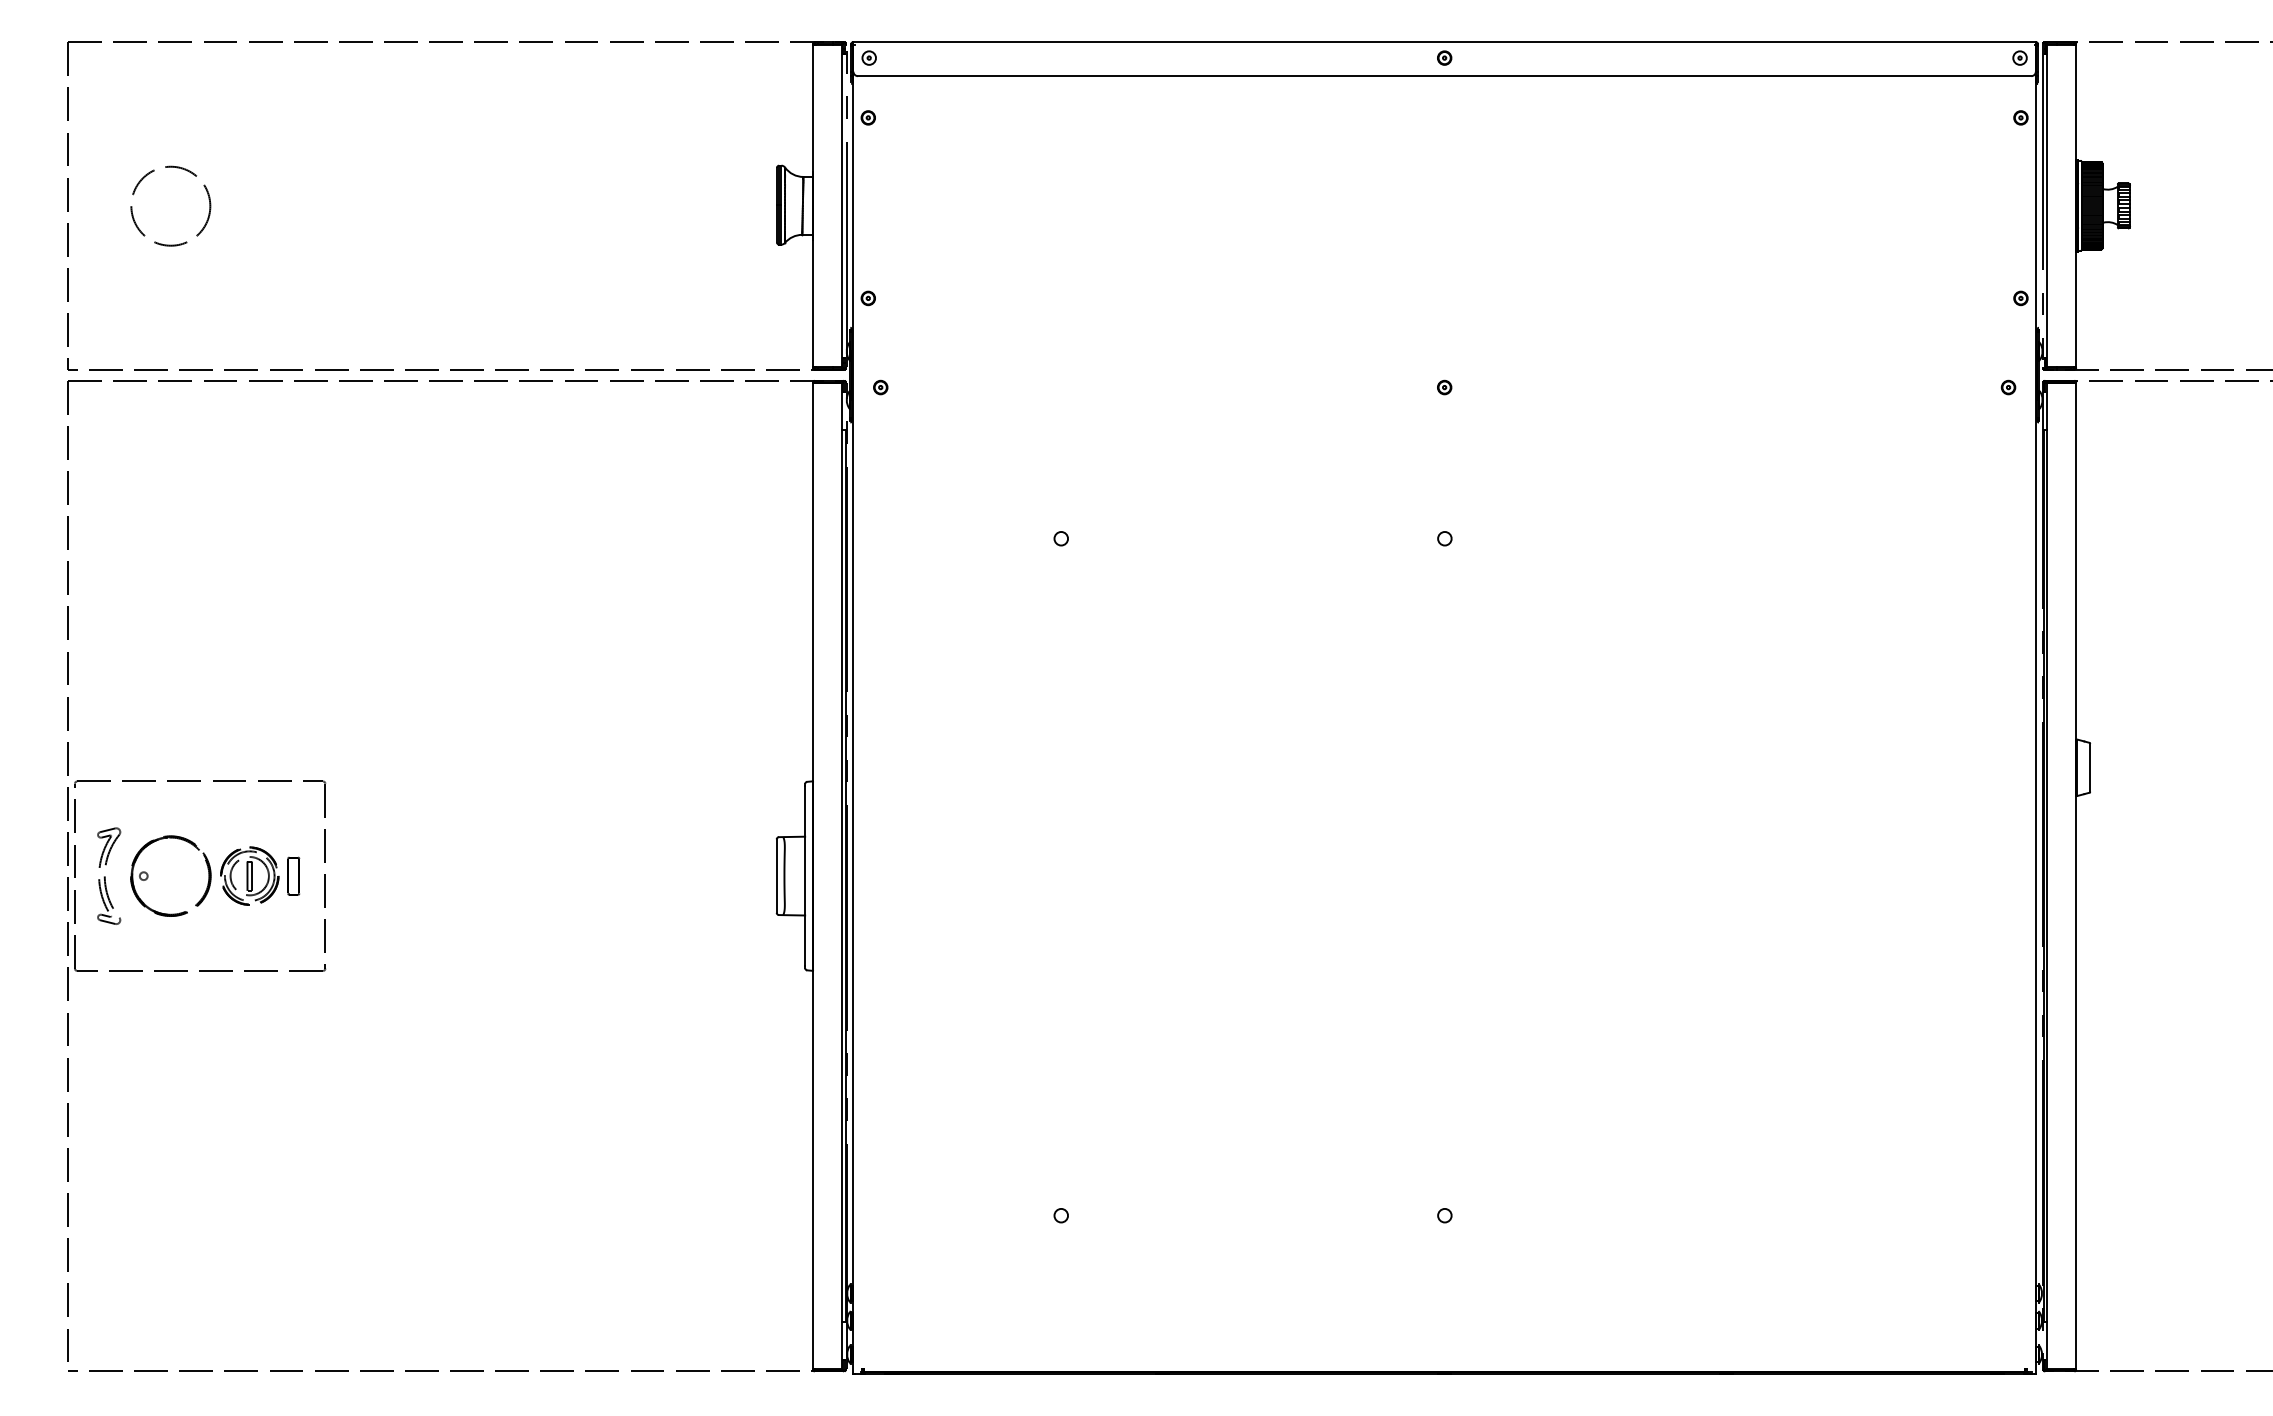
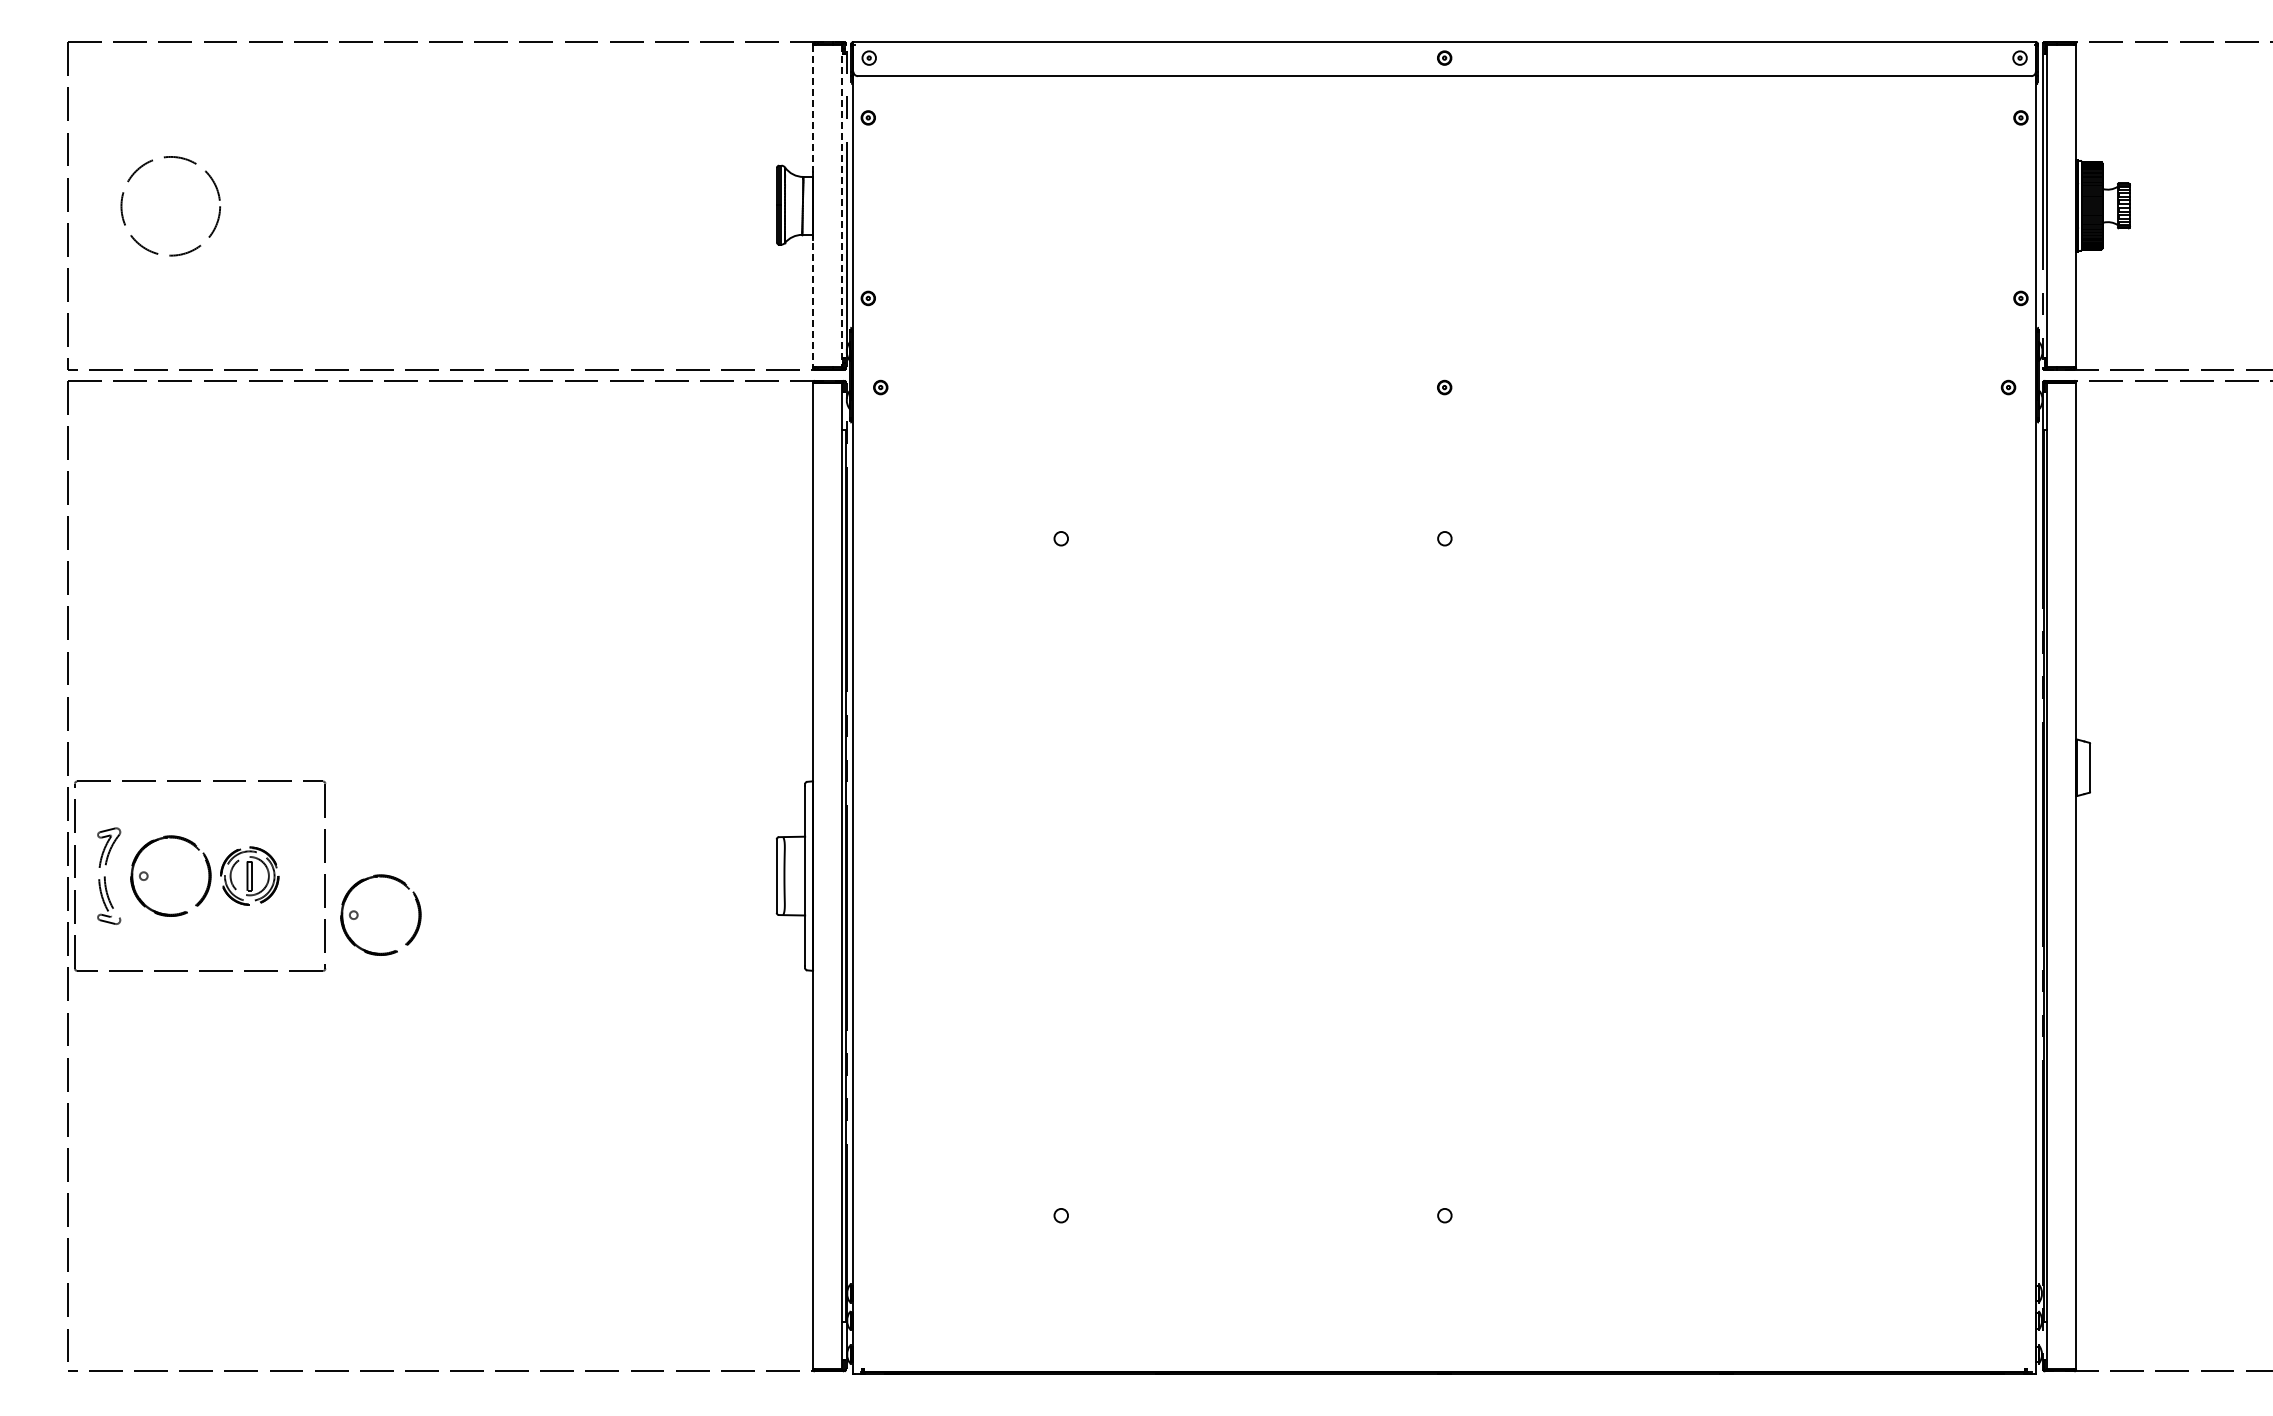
circle at (170, 205) size: 82x82 px -> 101x101 px
line at (813, 206): solid -> dashed
line at (842, 206): solid -> dashed
part at (293, 875): present -> none
part at (358, 914): none -> present
